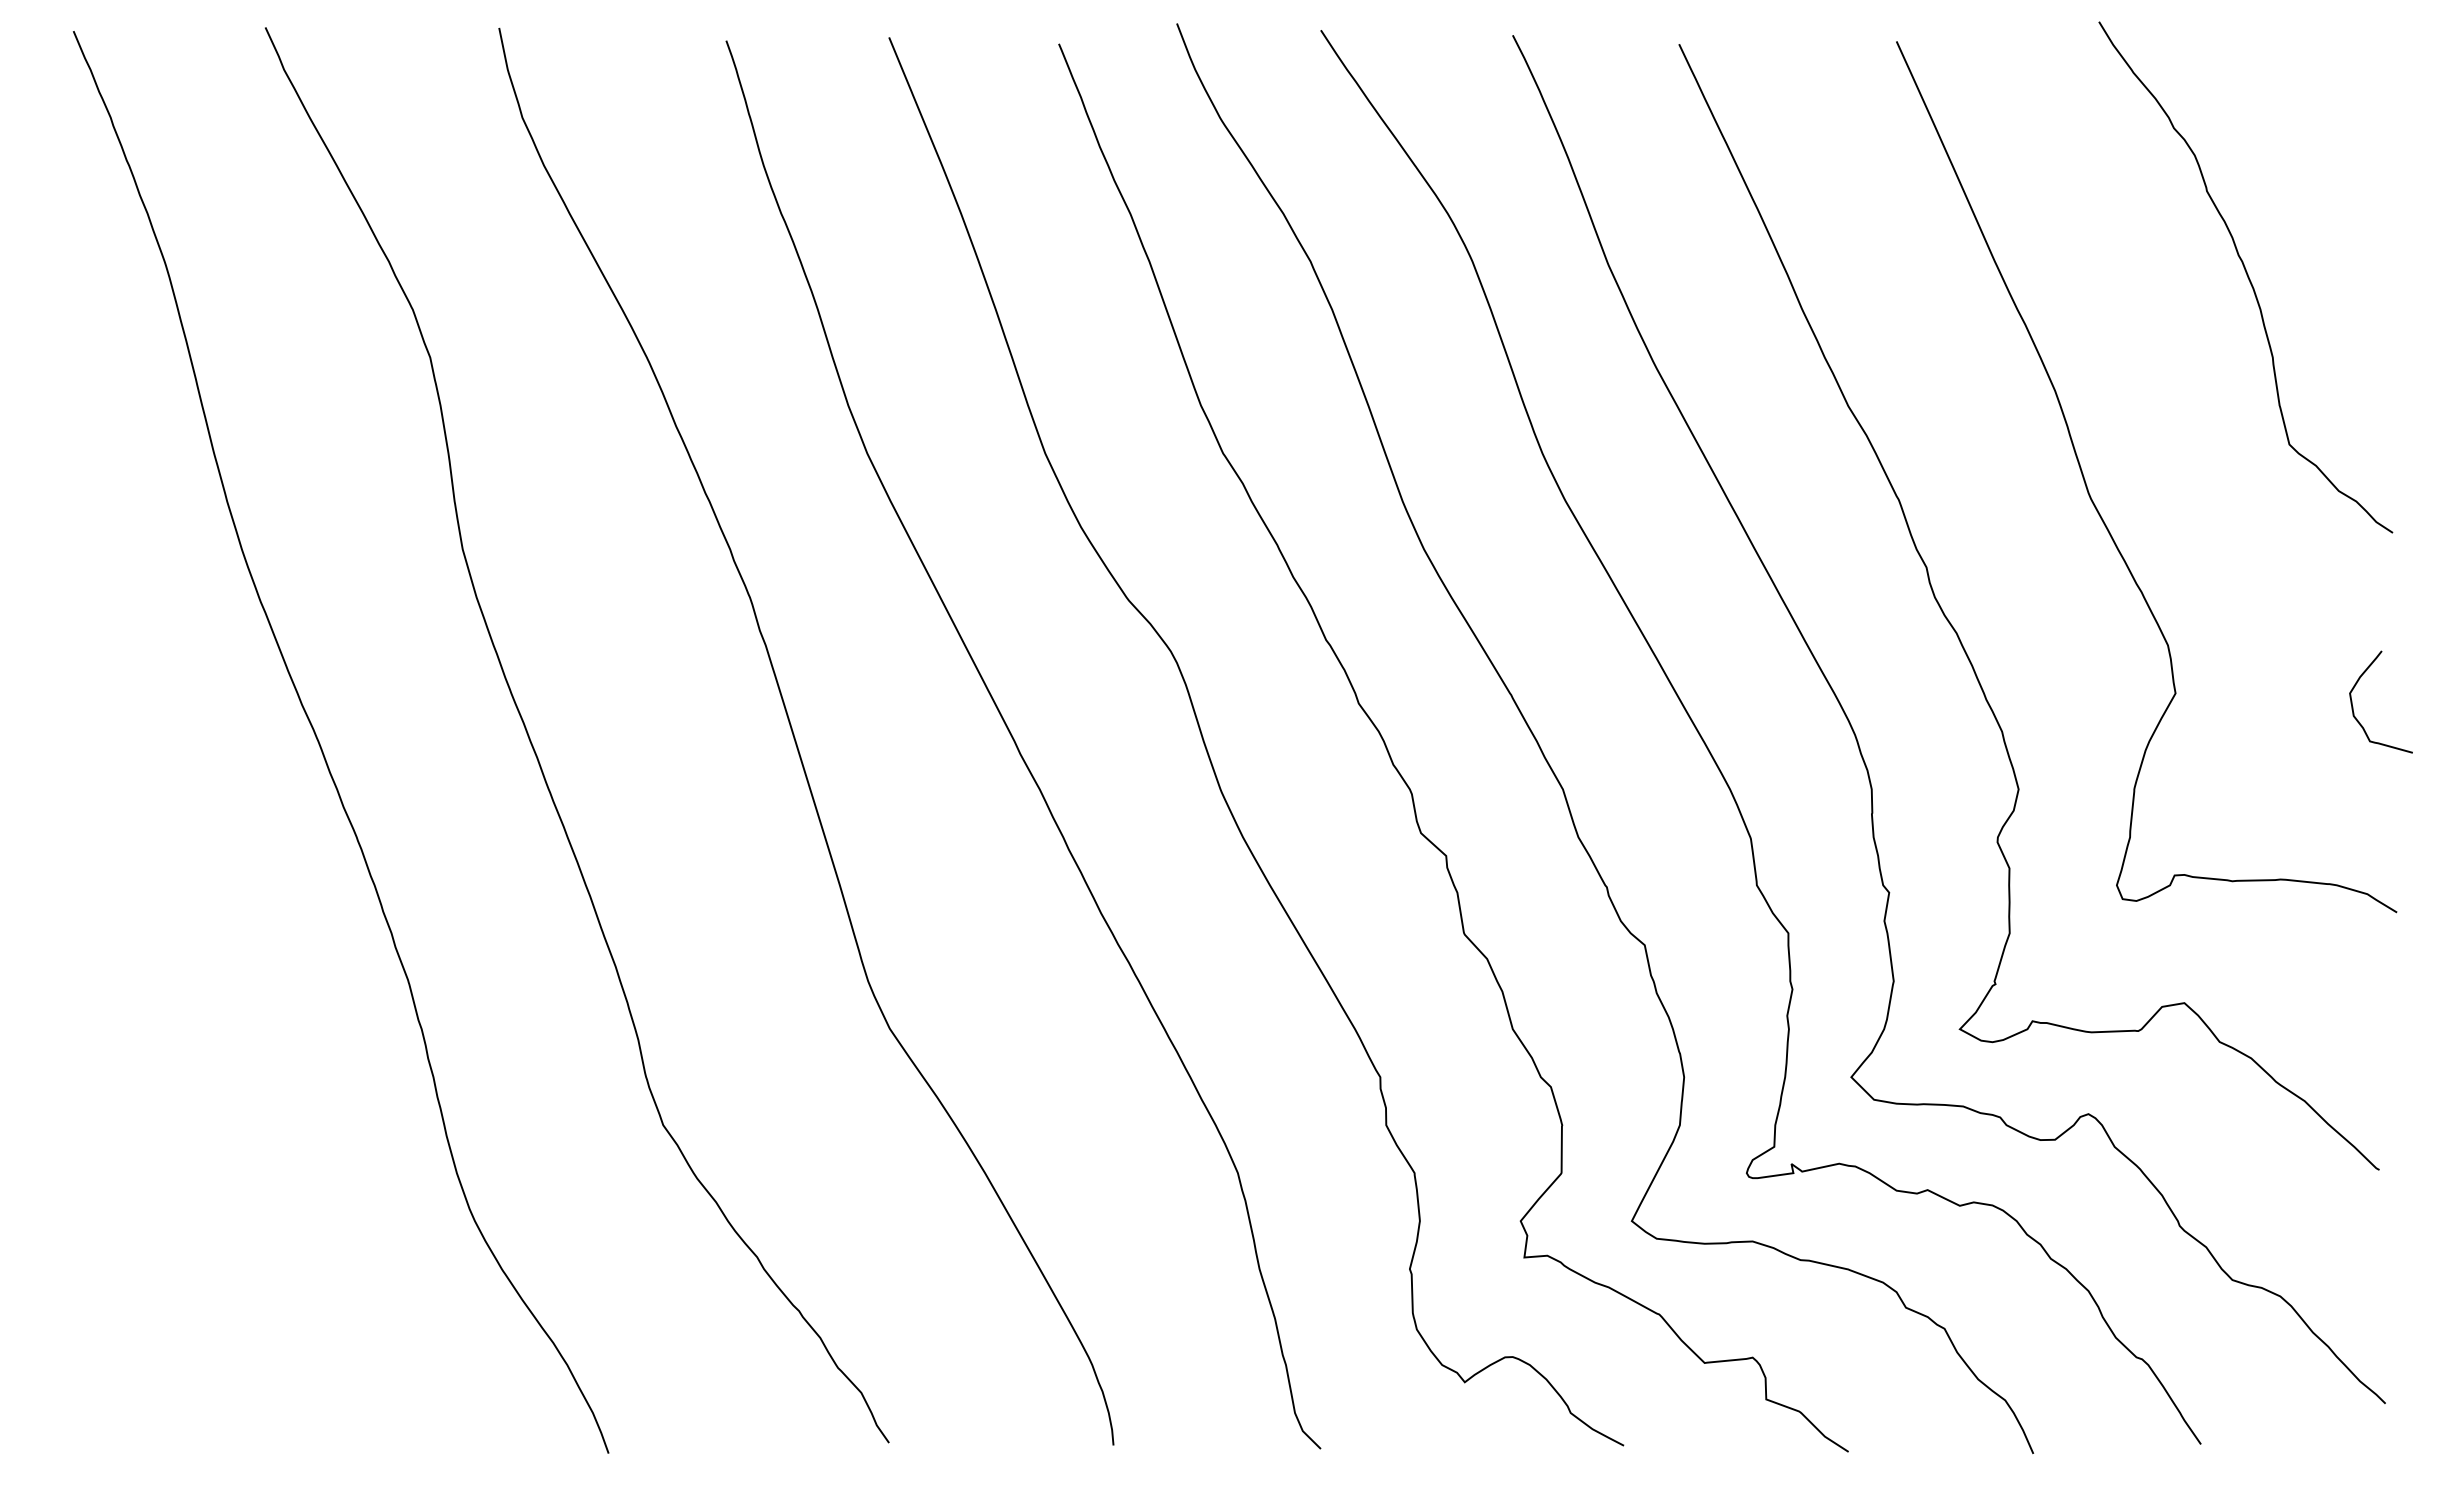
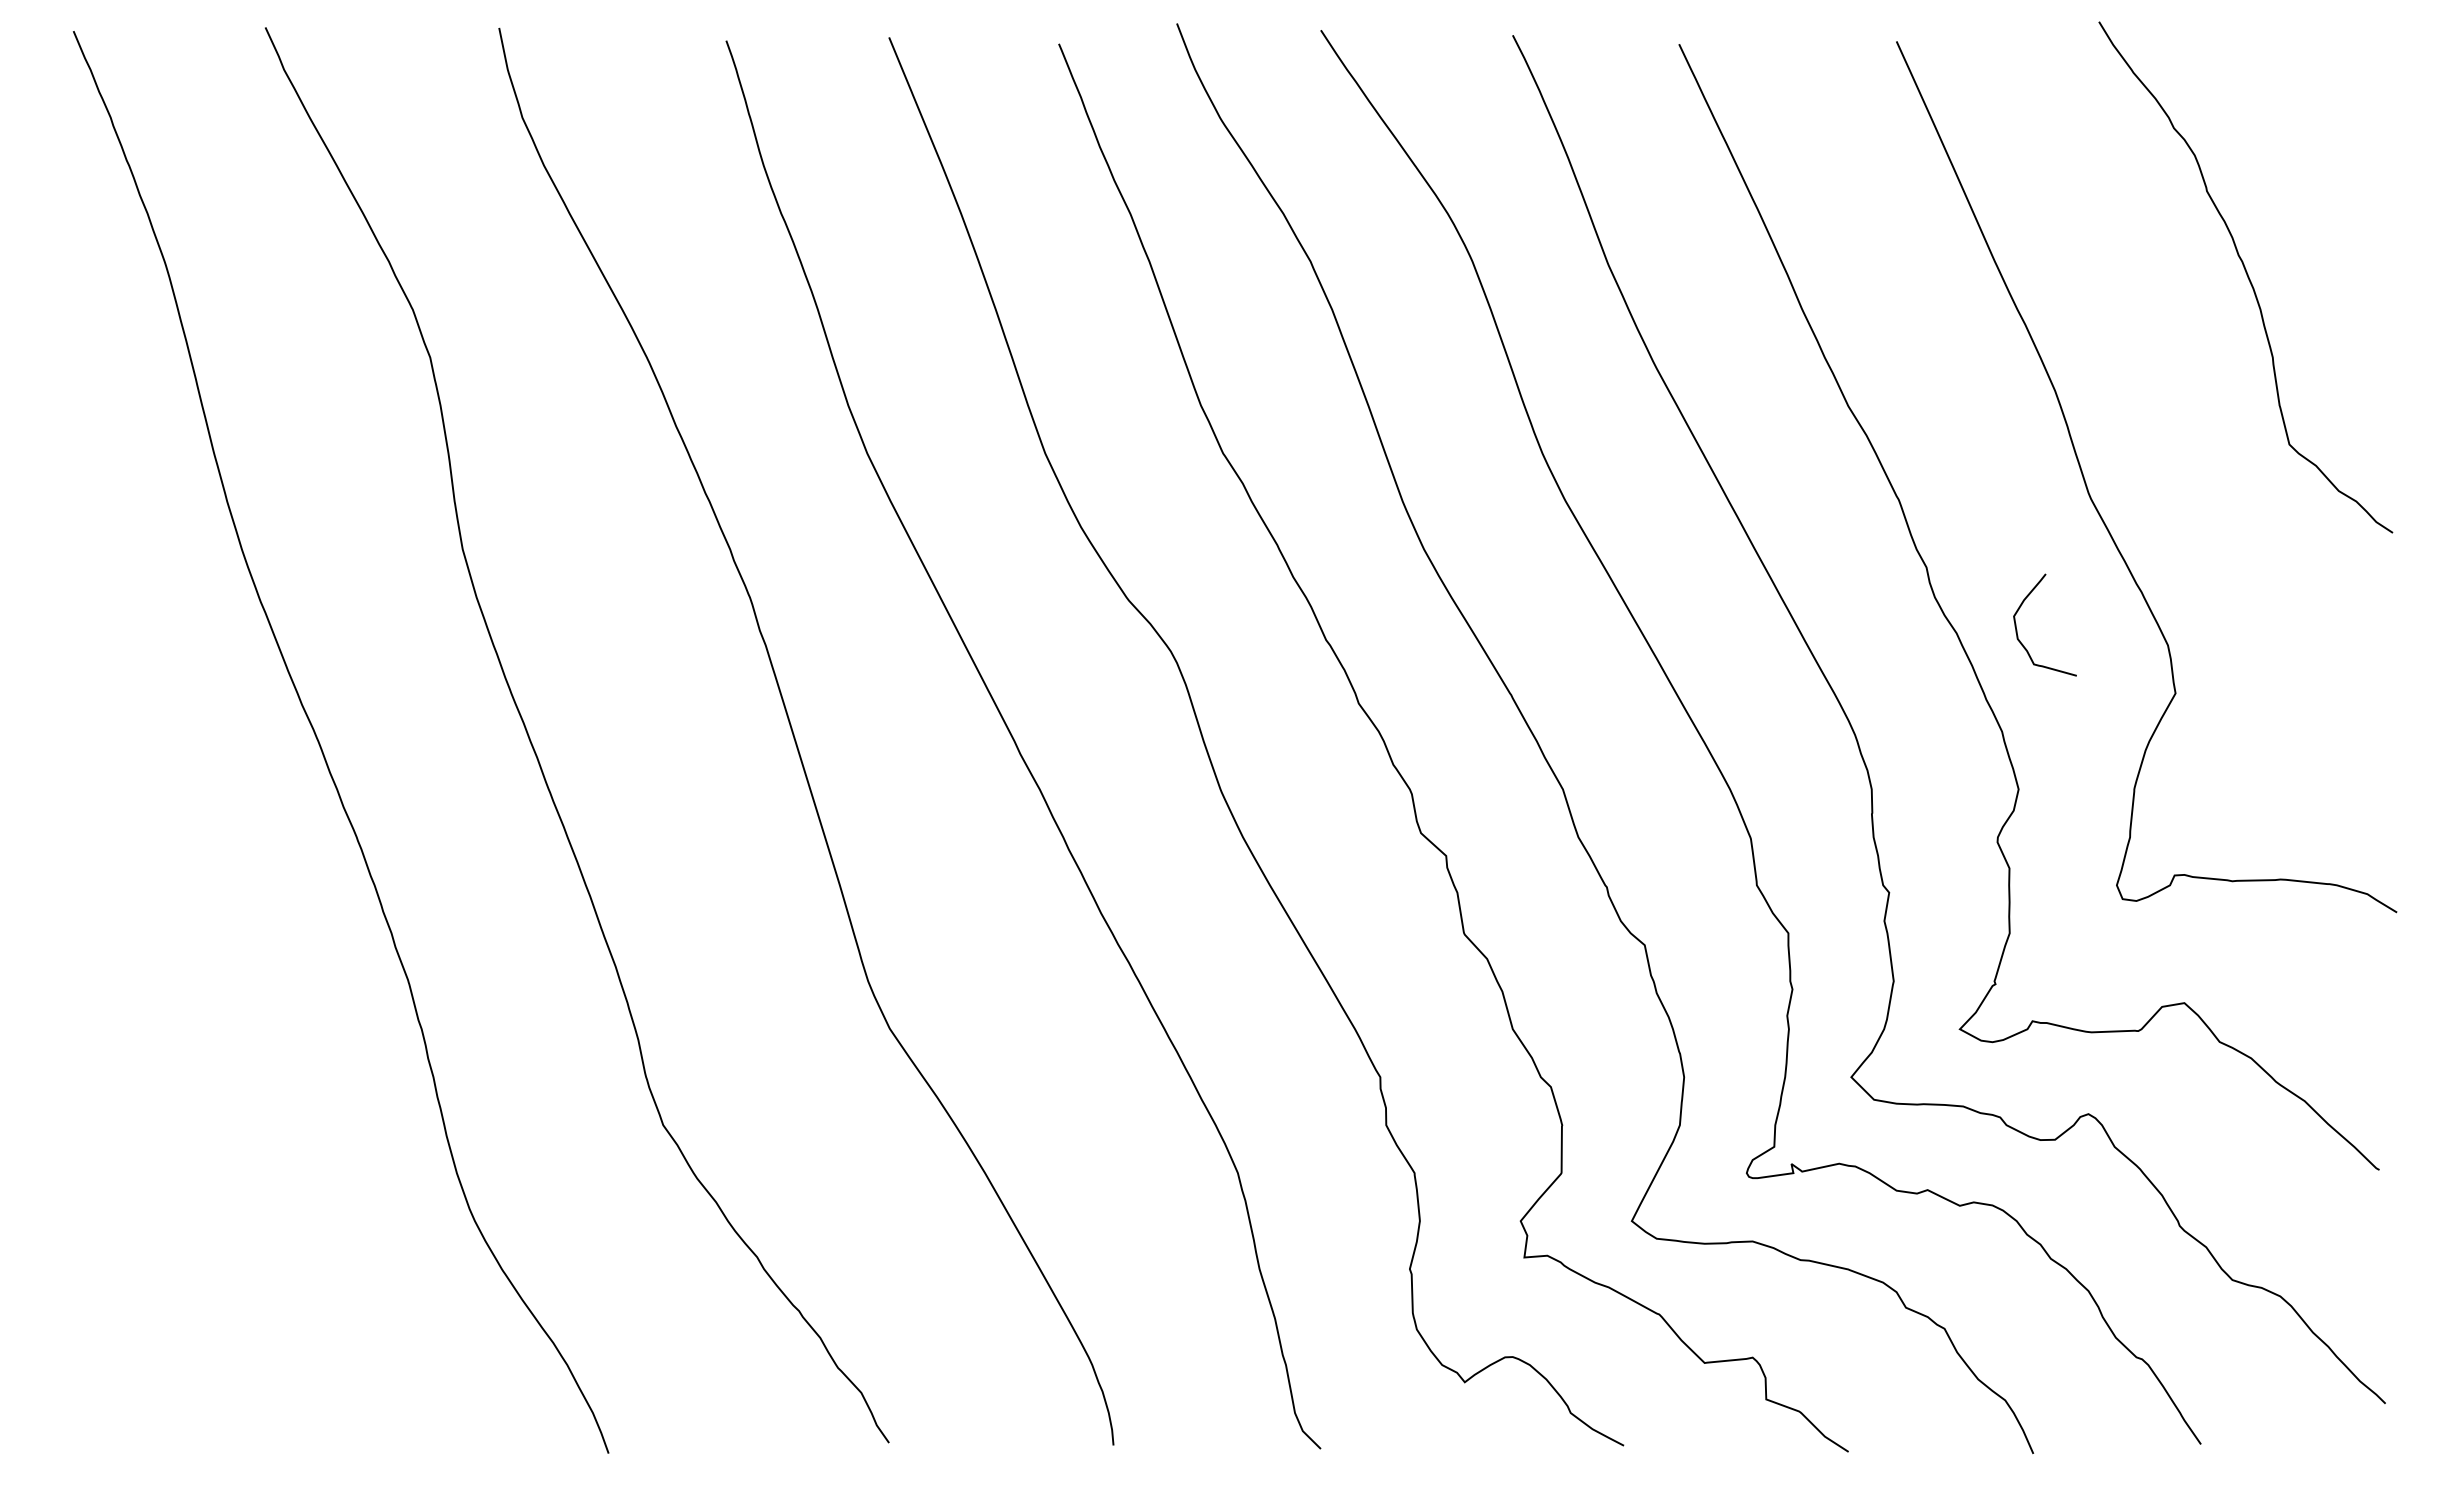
curve at (2353, 706) position: (2353, 706) -> (2017, 629)
